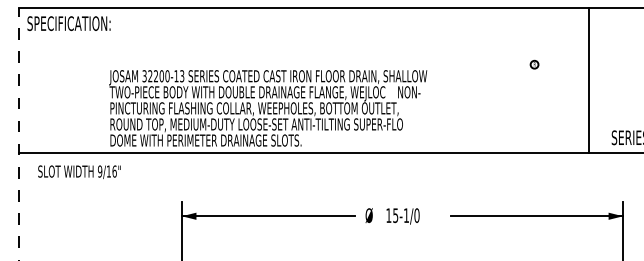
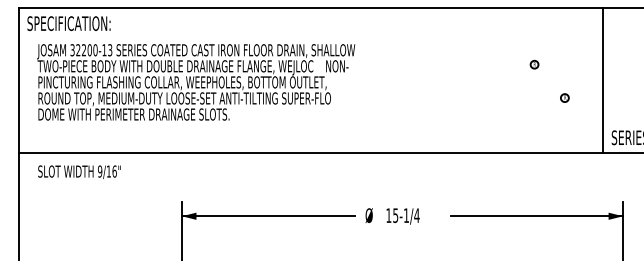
line at (589, 79) position: (589, 79) -> (603, 79)
part at (564, 97): none -> present
text at (268, 108) position: (268, 108) -> (196, 82)
line at (19, 133): dashed -> solid
text at (416, 215): 15-1/0 -> 15-1/4
